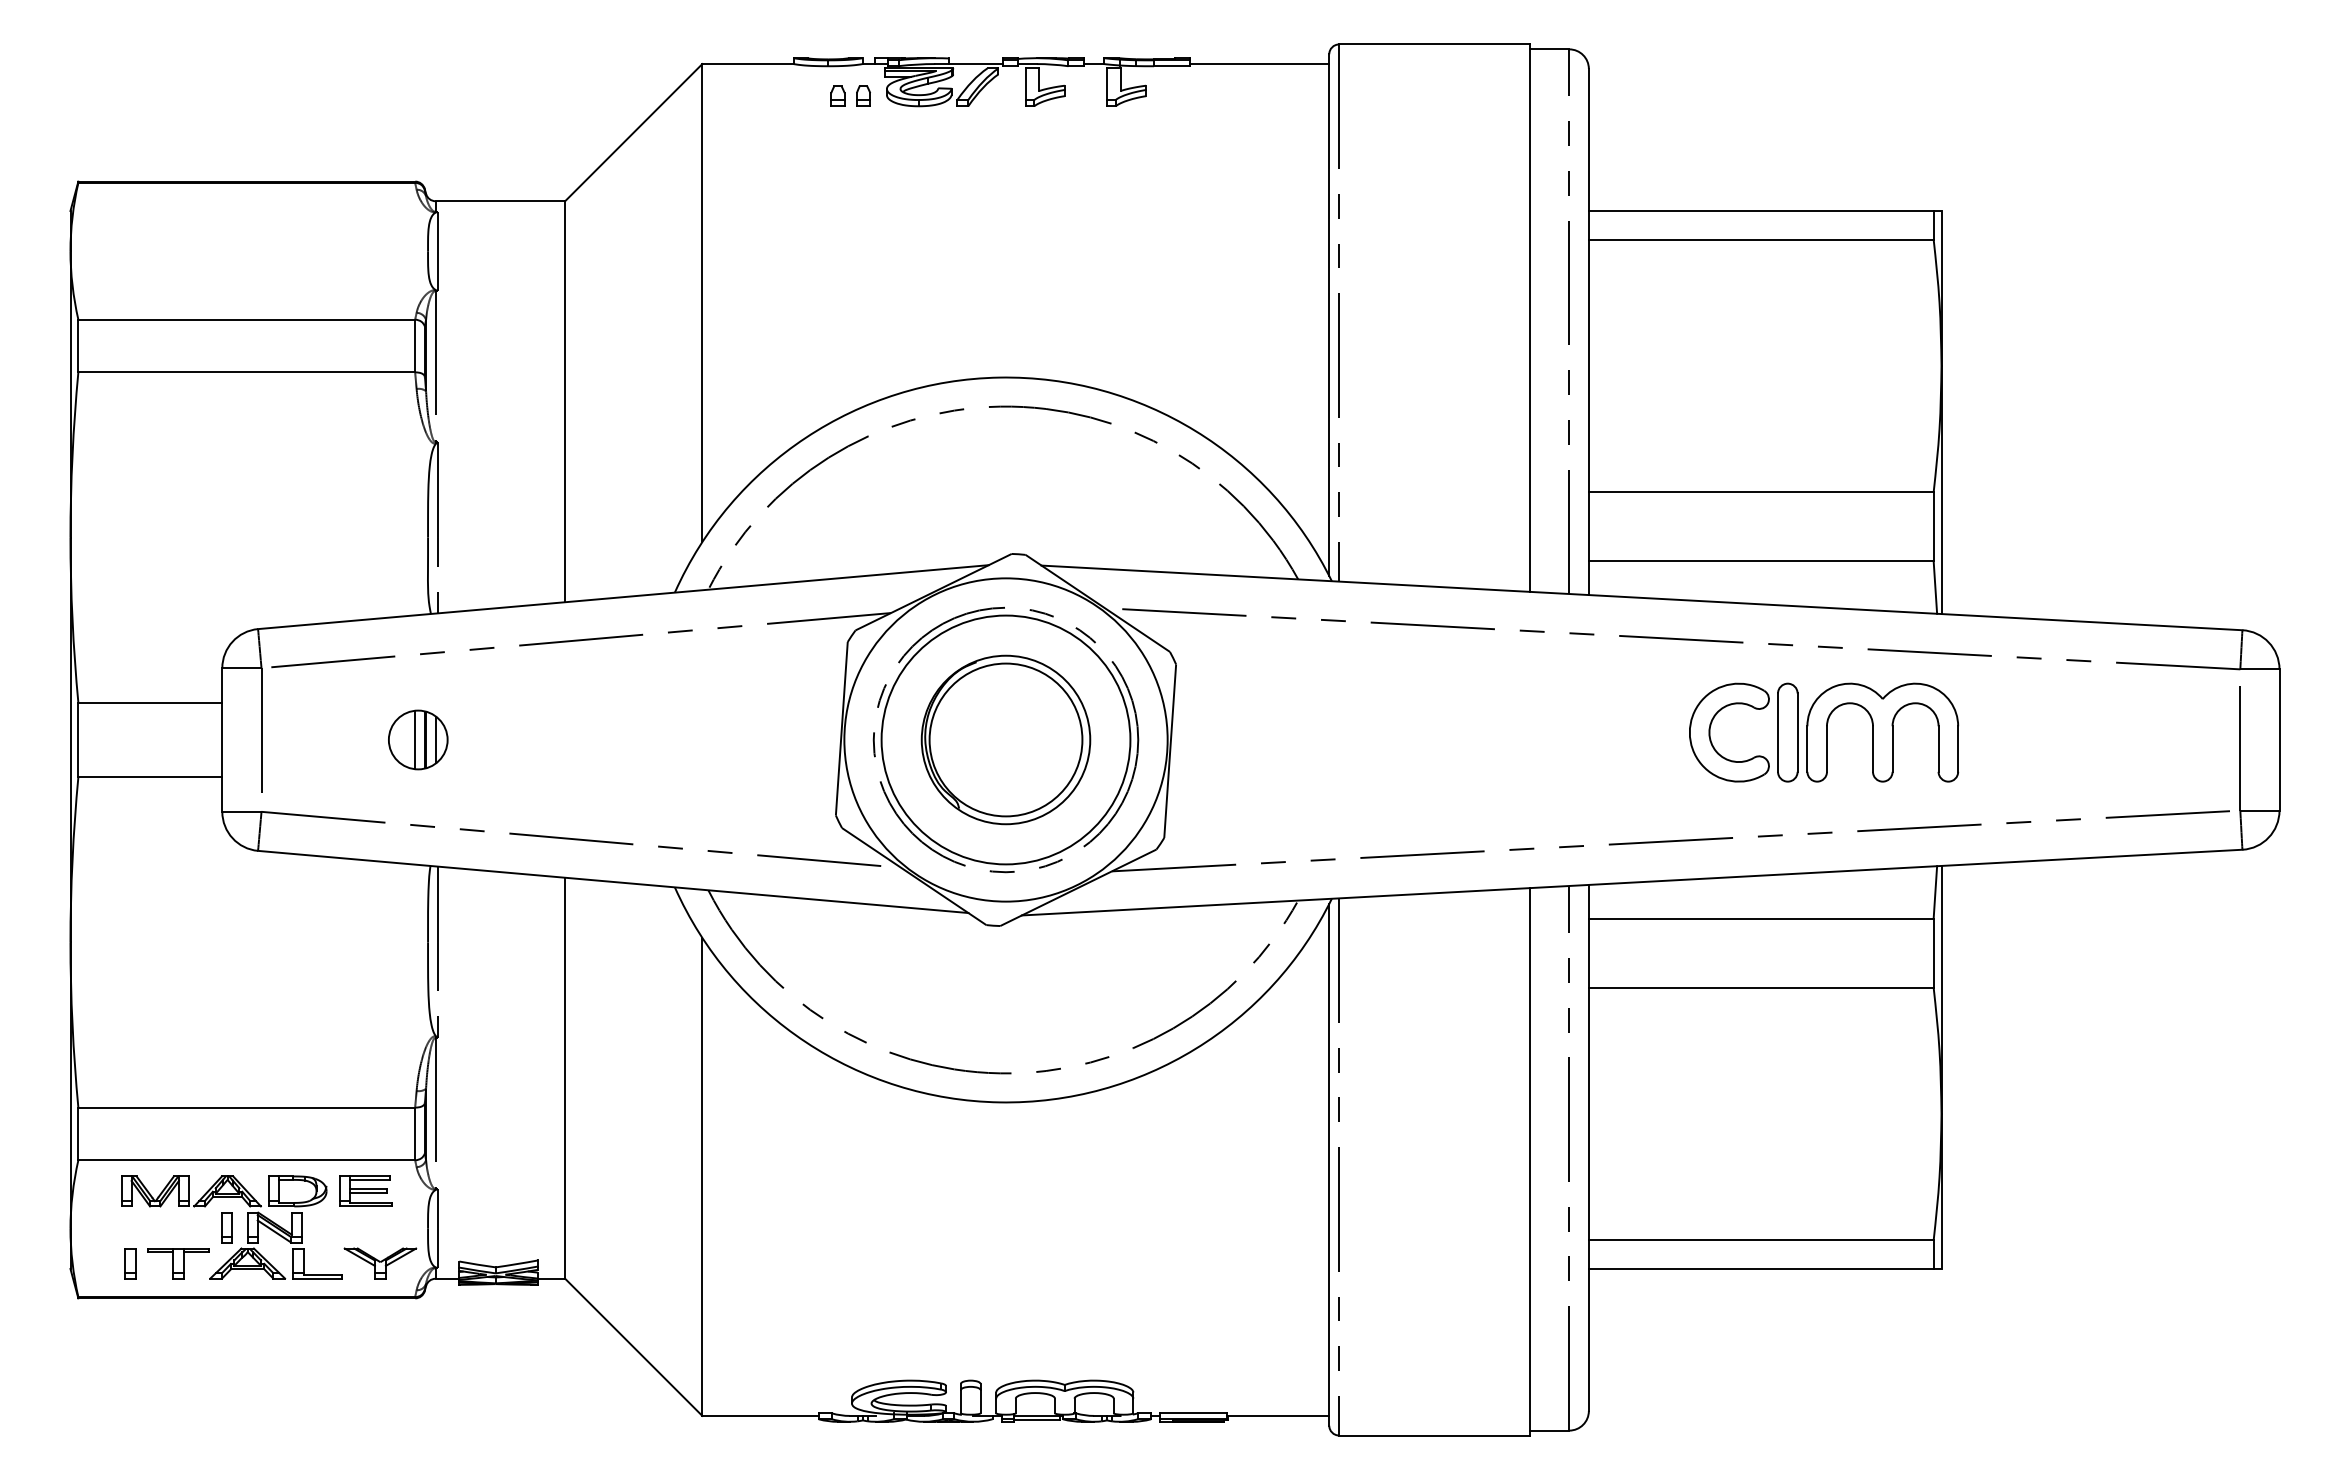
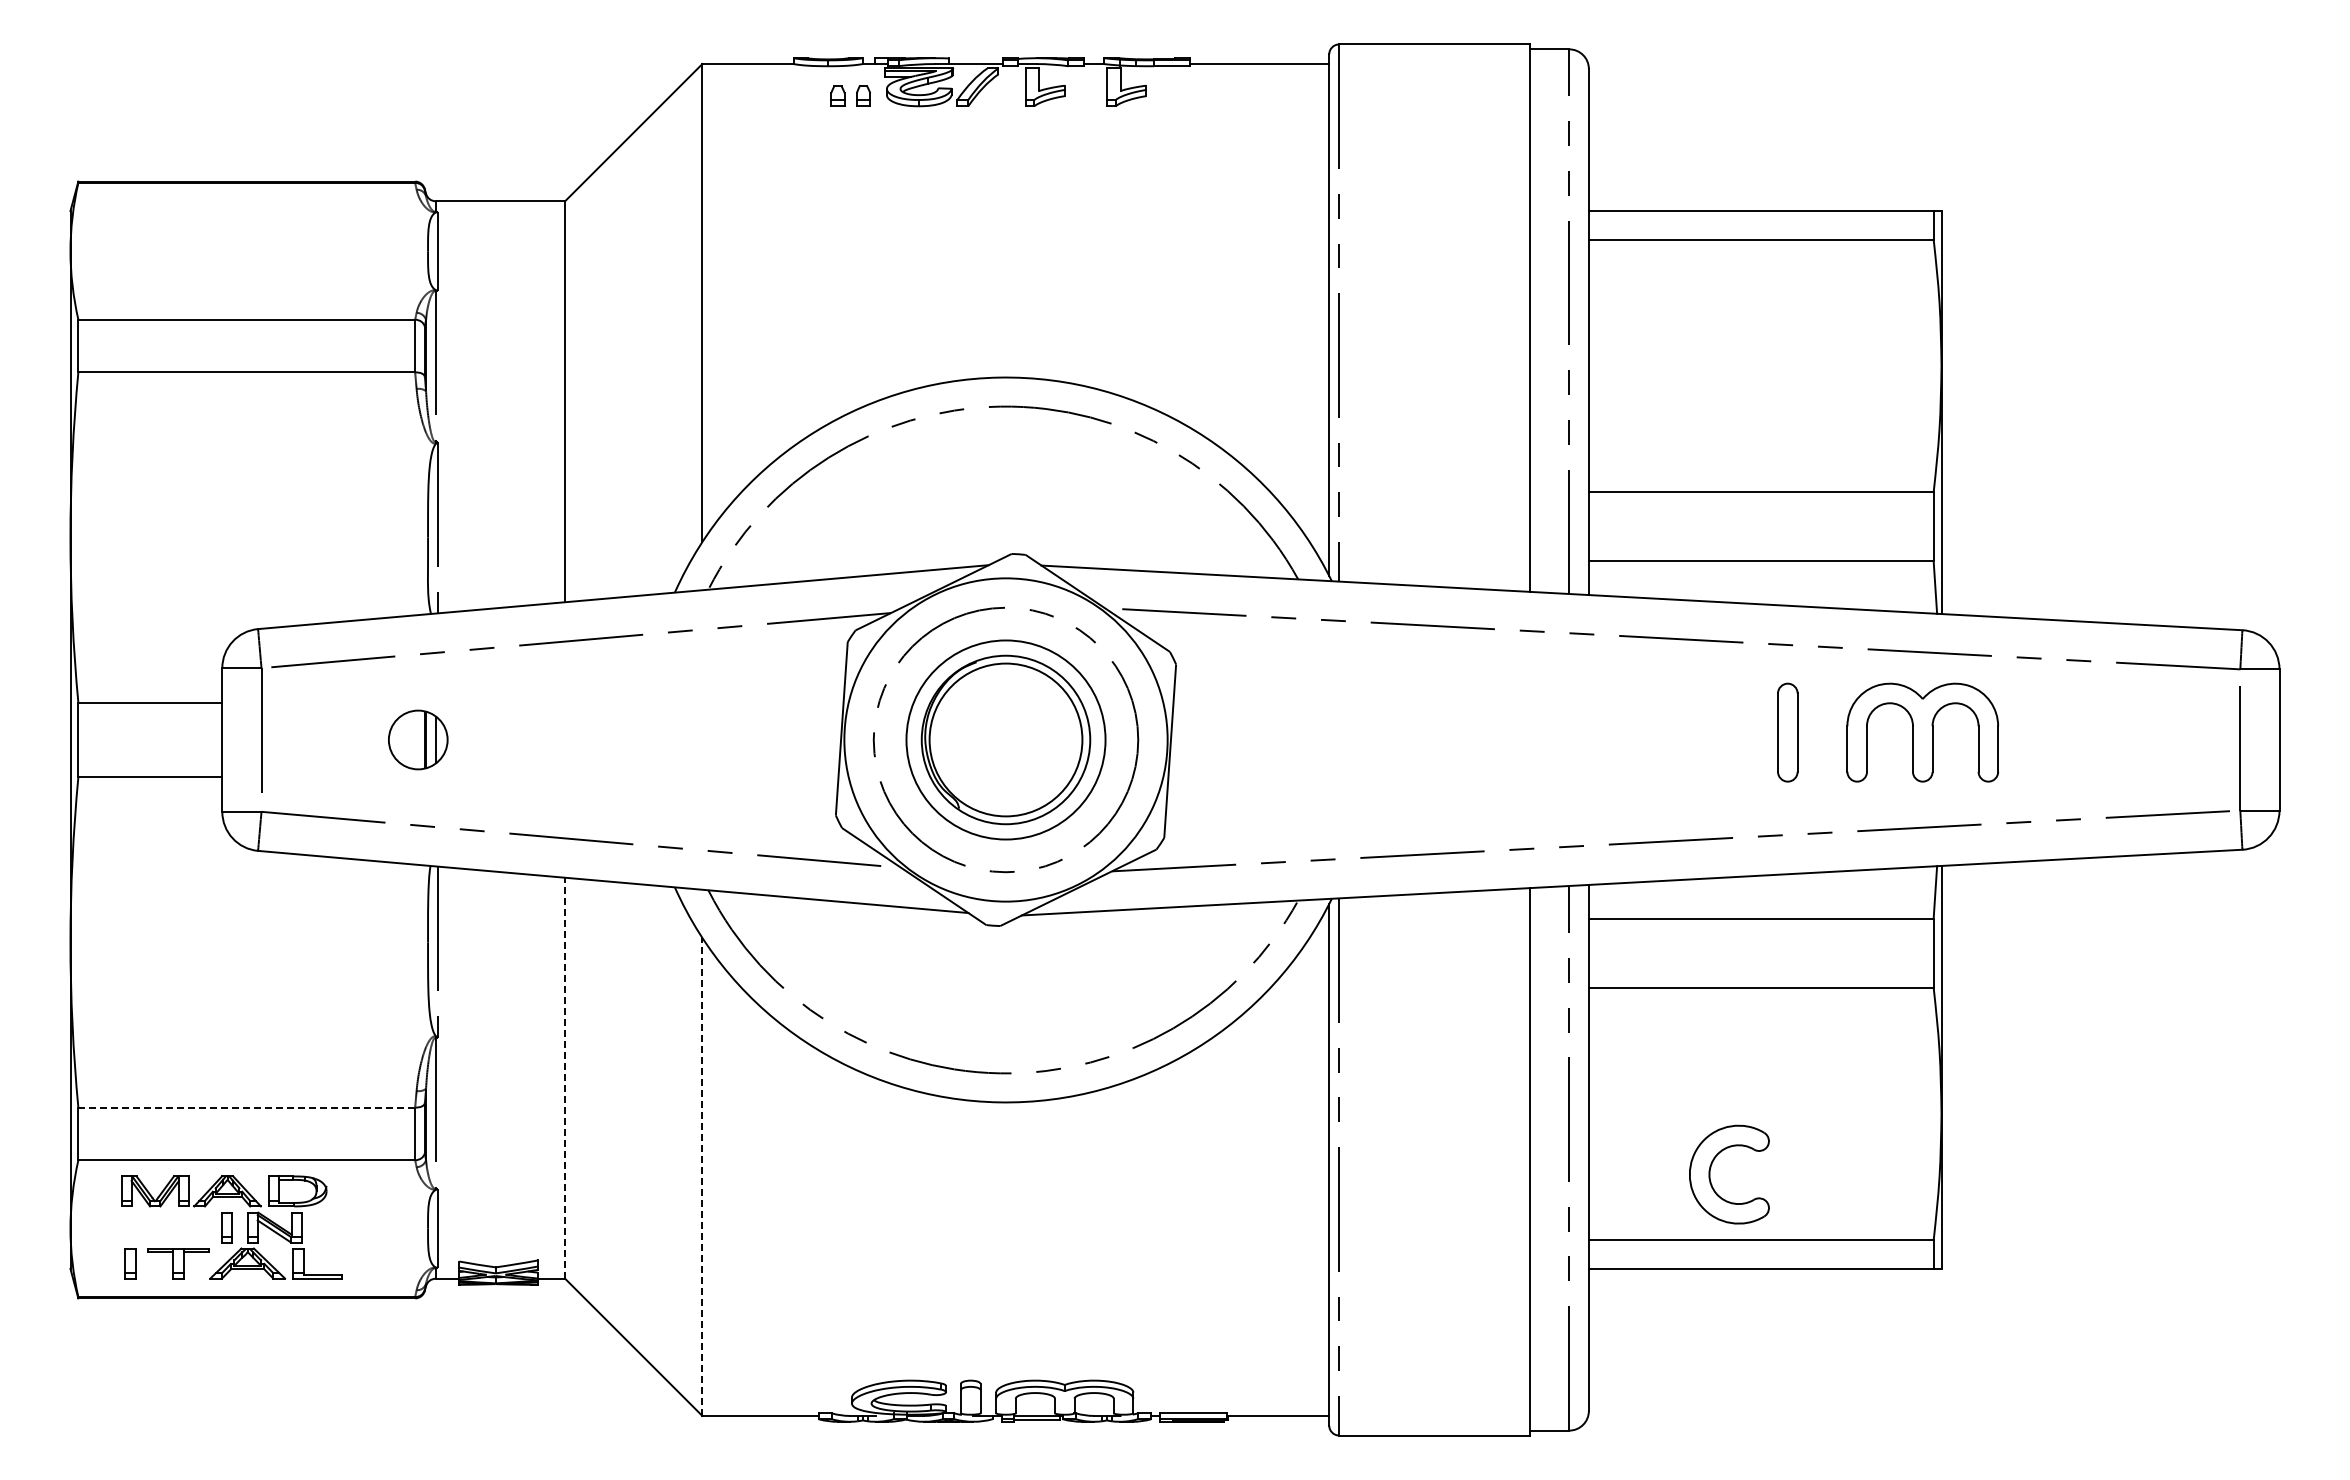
part at (1710, 732) position: (1710, 732) -> (1710, 1174)
part at (1882, 732) position: (1882, 732) -> (1922, 732)
line at (415, 739): present -> none
circle at (1005, 739) diameter: 249 px -> 199 px
line at (565, 1078): solid -> dashed
line at (247, 1107): solid -> dashed
line at (702, 1176): solid -> dashed
part at (365, 1190): present -> none
part at (380, 1263): present -> none
